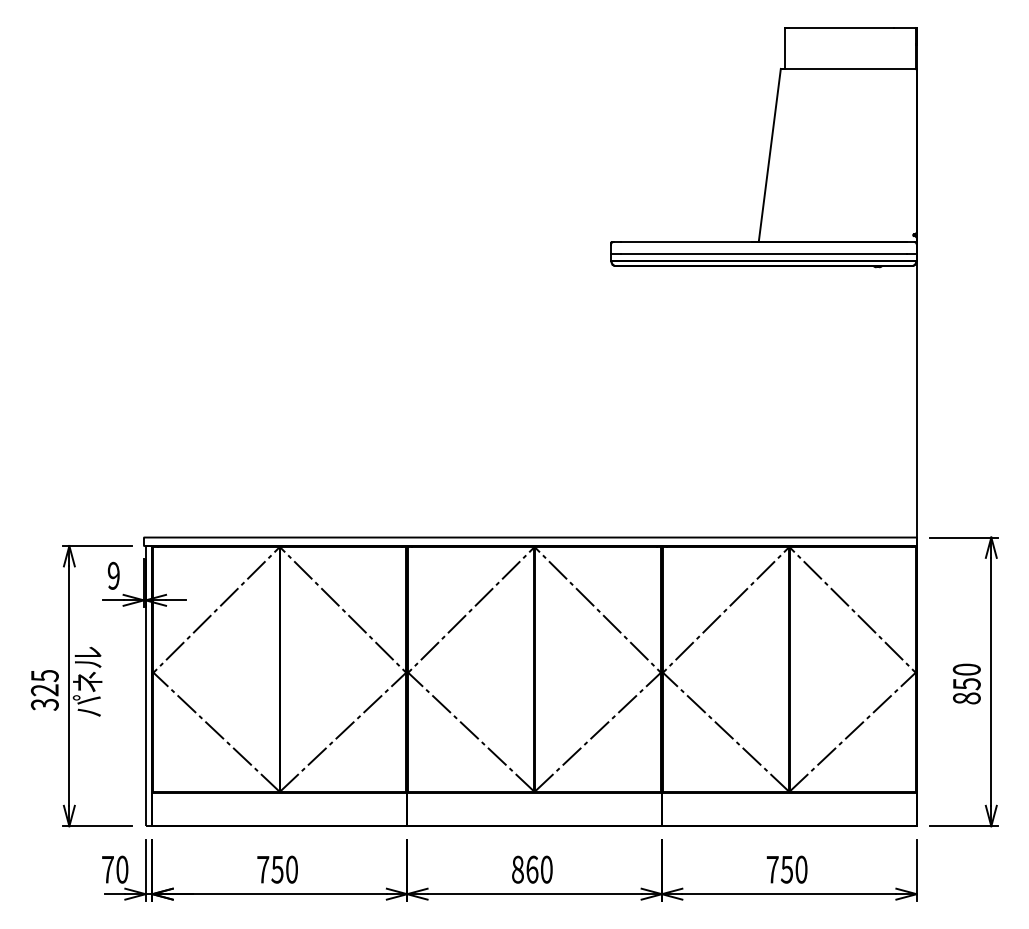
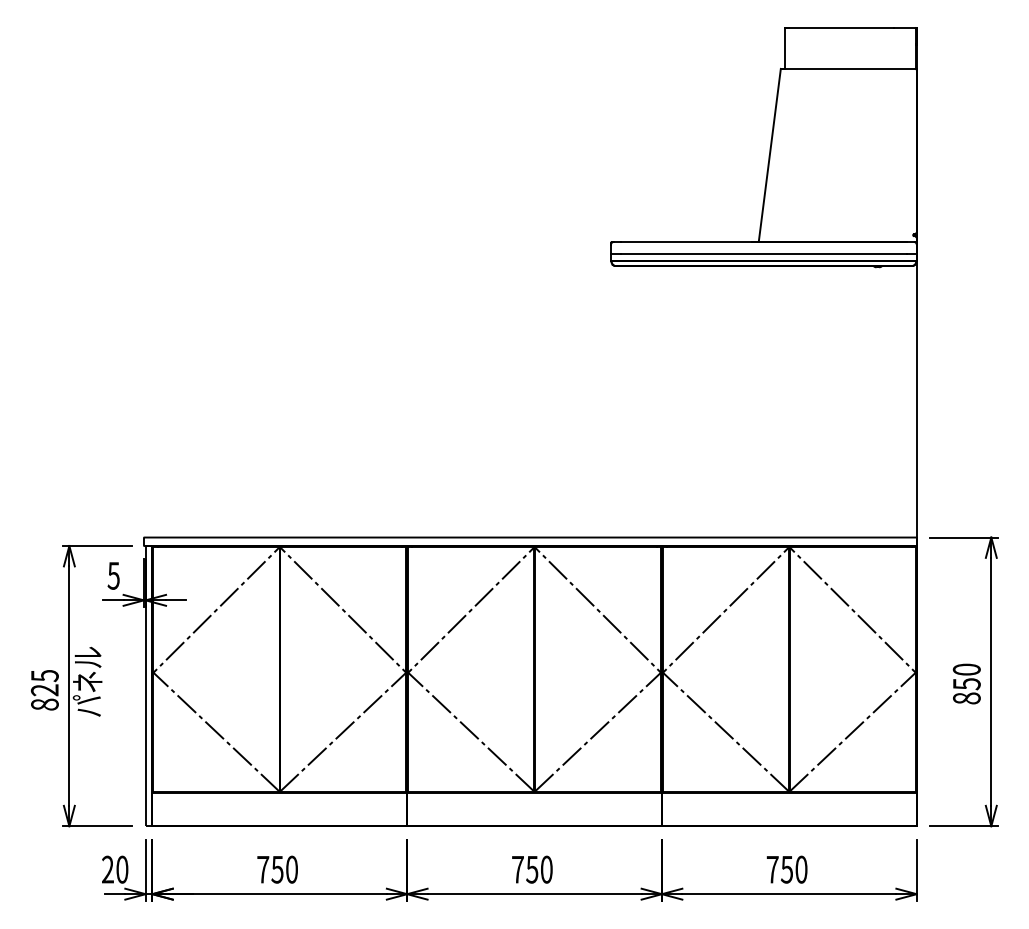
text at (113, 575): 9 -> 5
text at (44, 704): 325 -> 825
text at (107, 869): 70 -> 20
text at (525, 869): 860 -> 750
